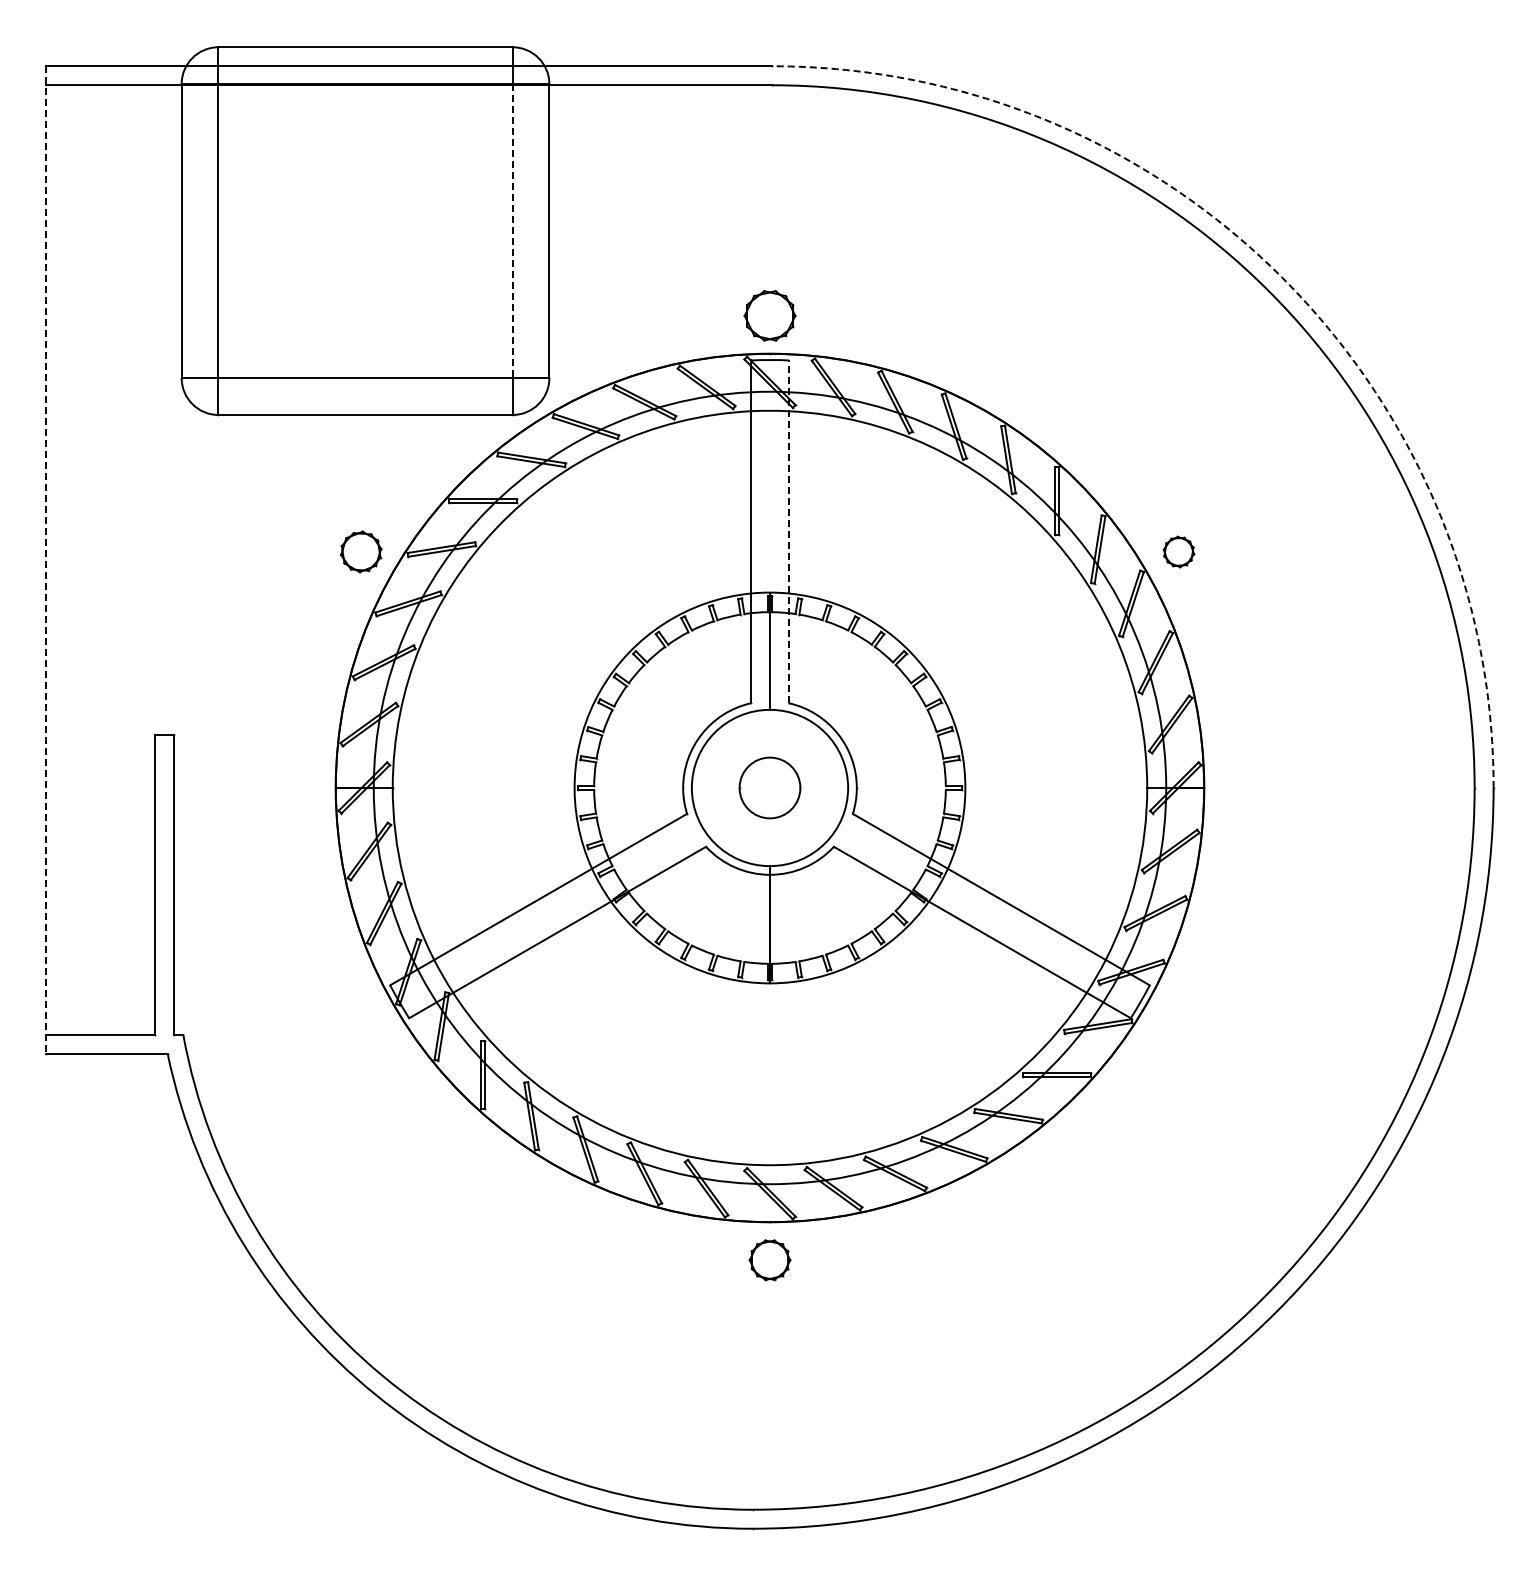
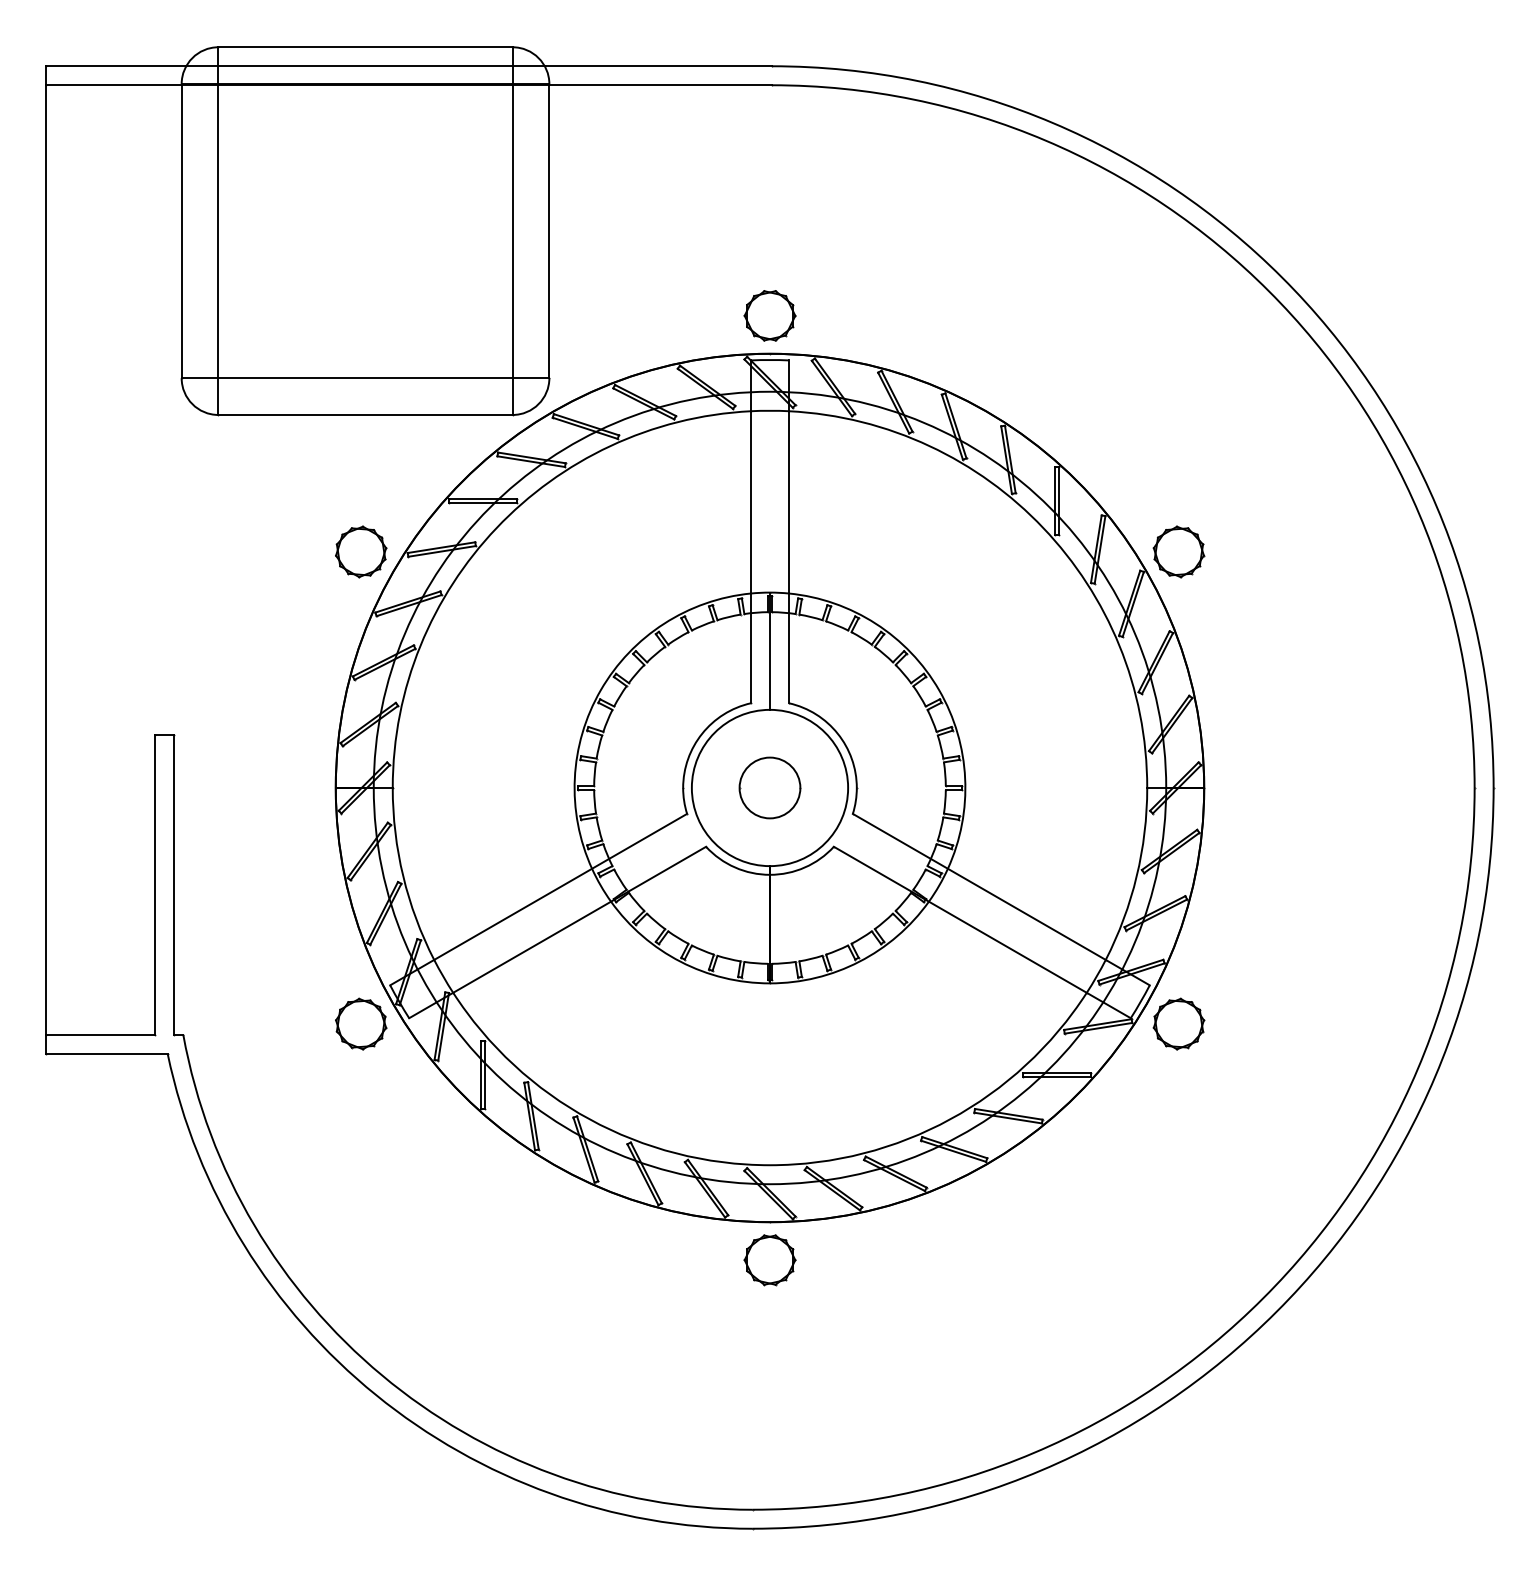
line at (512, 231): dashed -> solid
arc at (1282, 277): dashed -> solid
line at (788, 531): dashed -> solid
part at (361, 551) size: 43x44 px -> 53x54 px
part at (1178, 551) size: 34x34 px -> 54x54 px
line at (46, 560): dashed -> solid
part at (361, 1023): none -> present
part at (1178, 1023): none -> present
part at (769, 1260) size: 44x43 px -> 54x53 px
